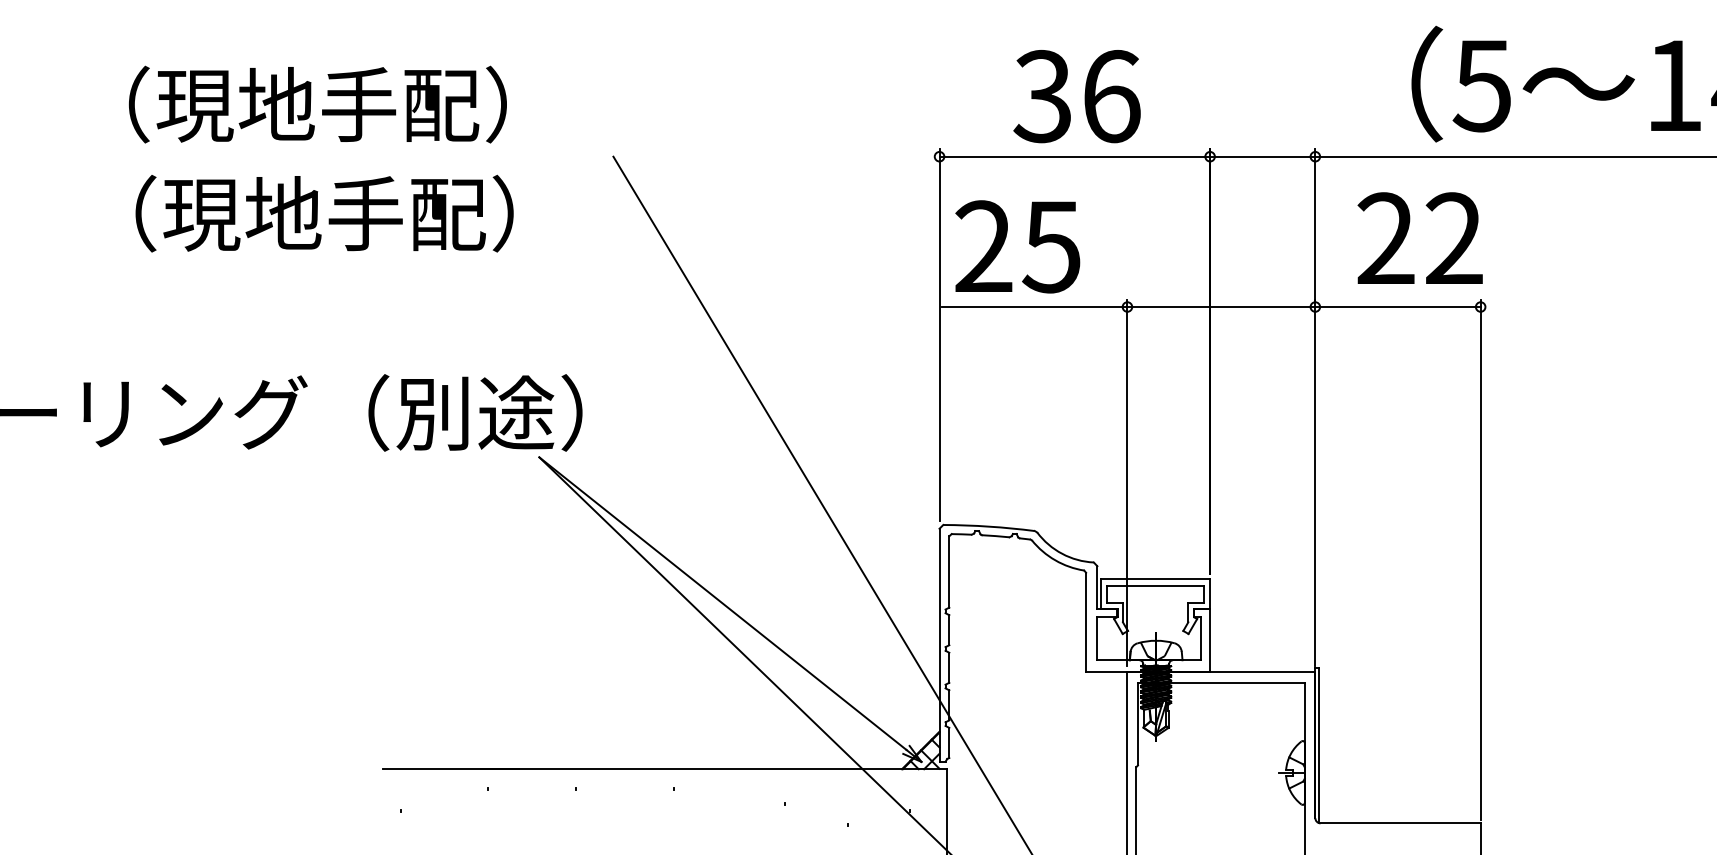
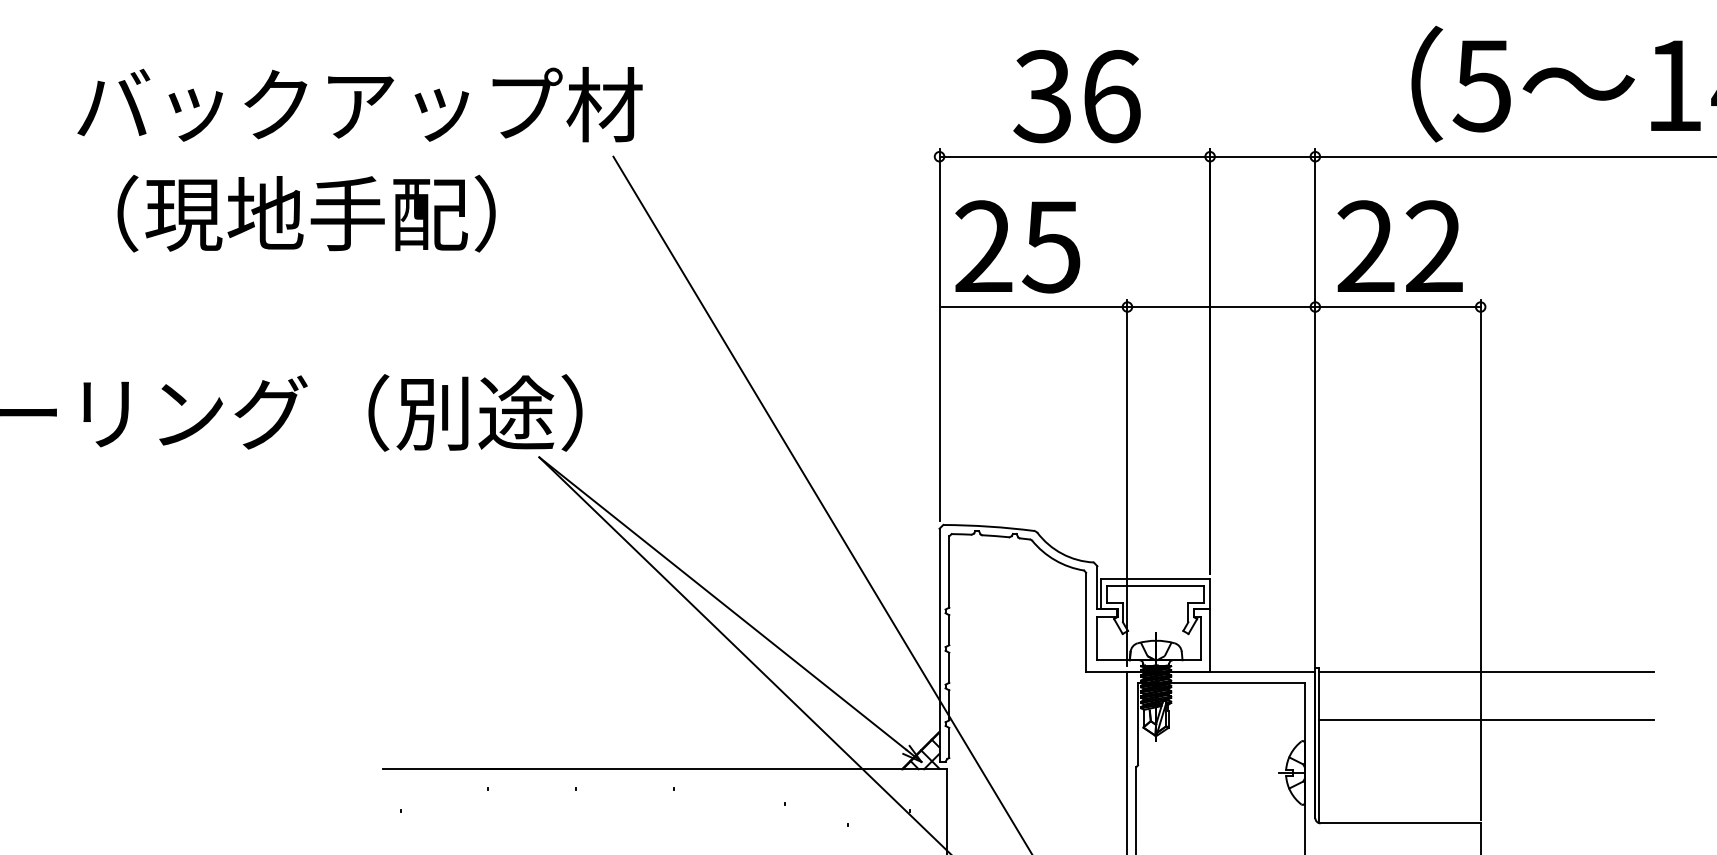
text at (359, 104): （現地手配） -> バックアップ材
text at (324, 213) position: (324, 213) -> (306, 213)
text at (1419, 237) position: (1419, 237) -> (1399, 245)
line at (1486, 671): none -> present
line at (1486, 720): none -> present
